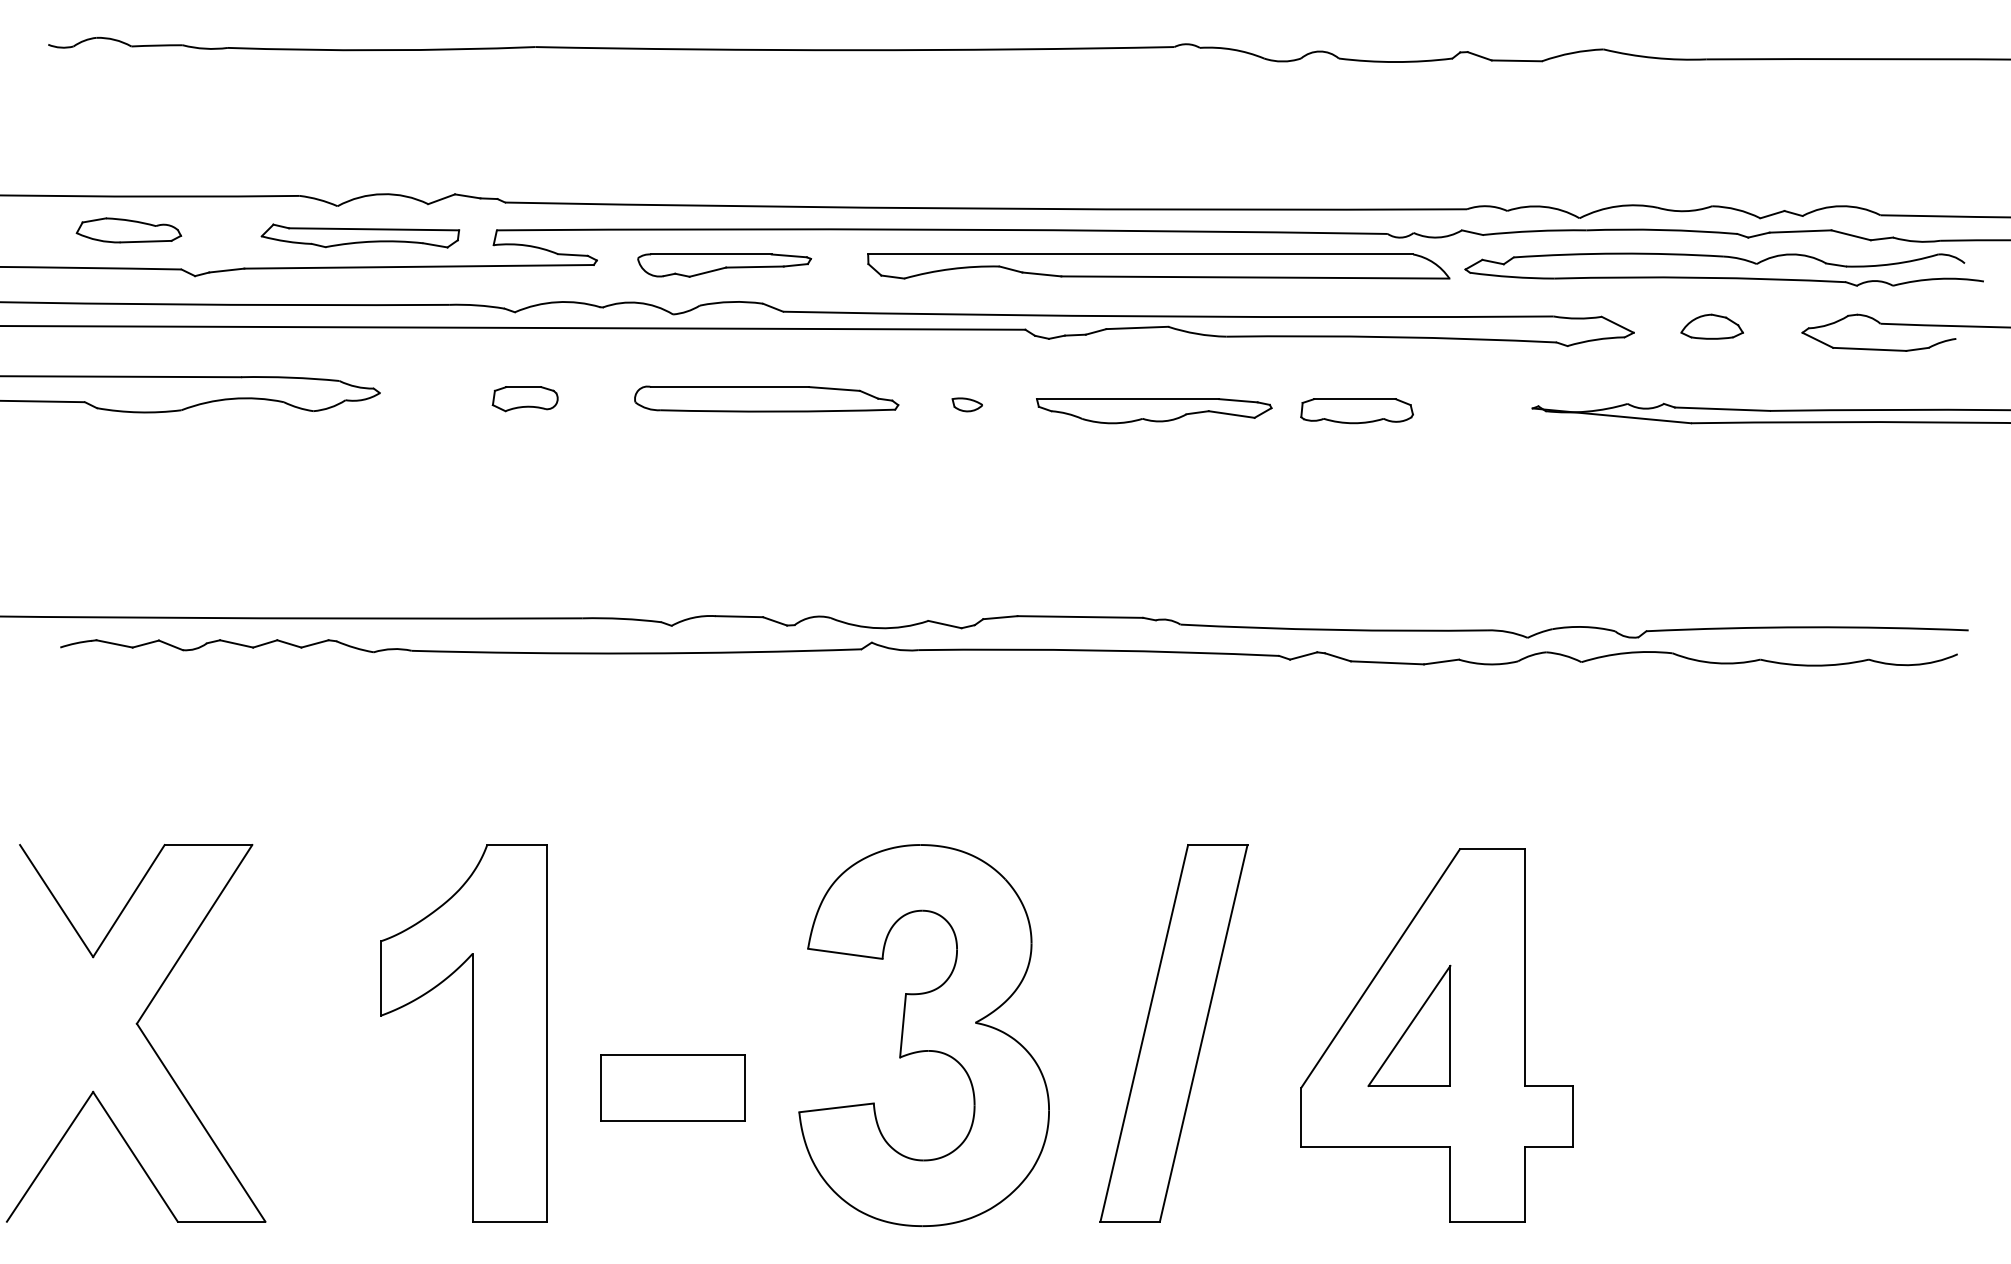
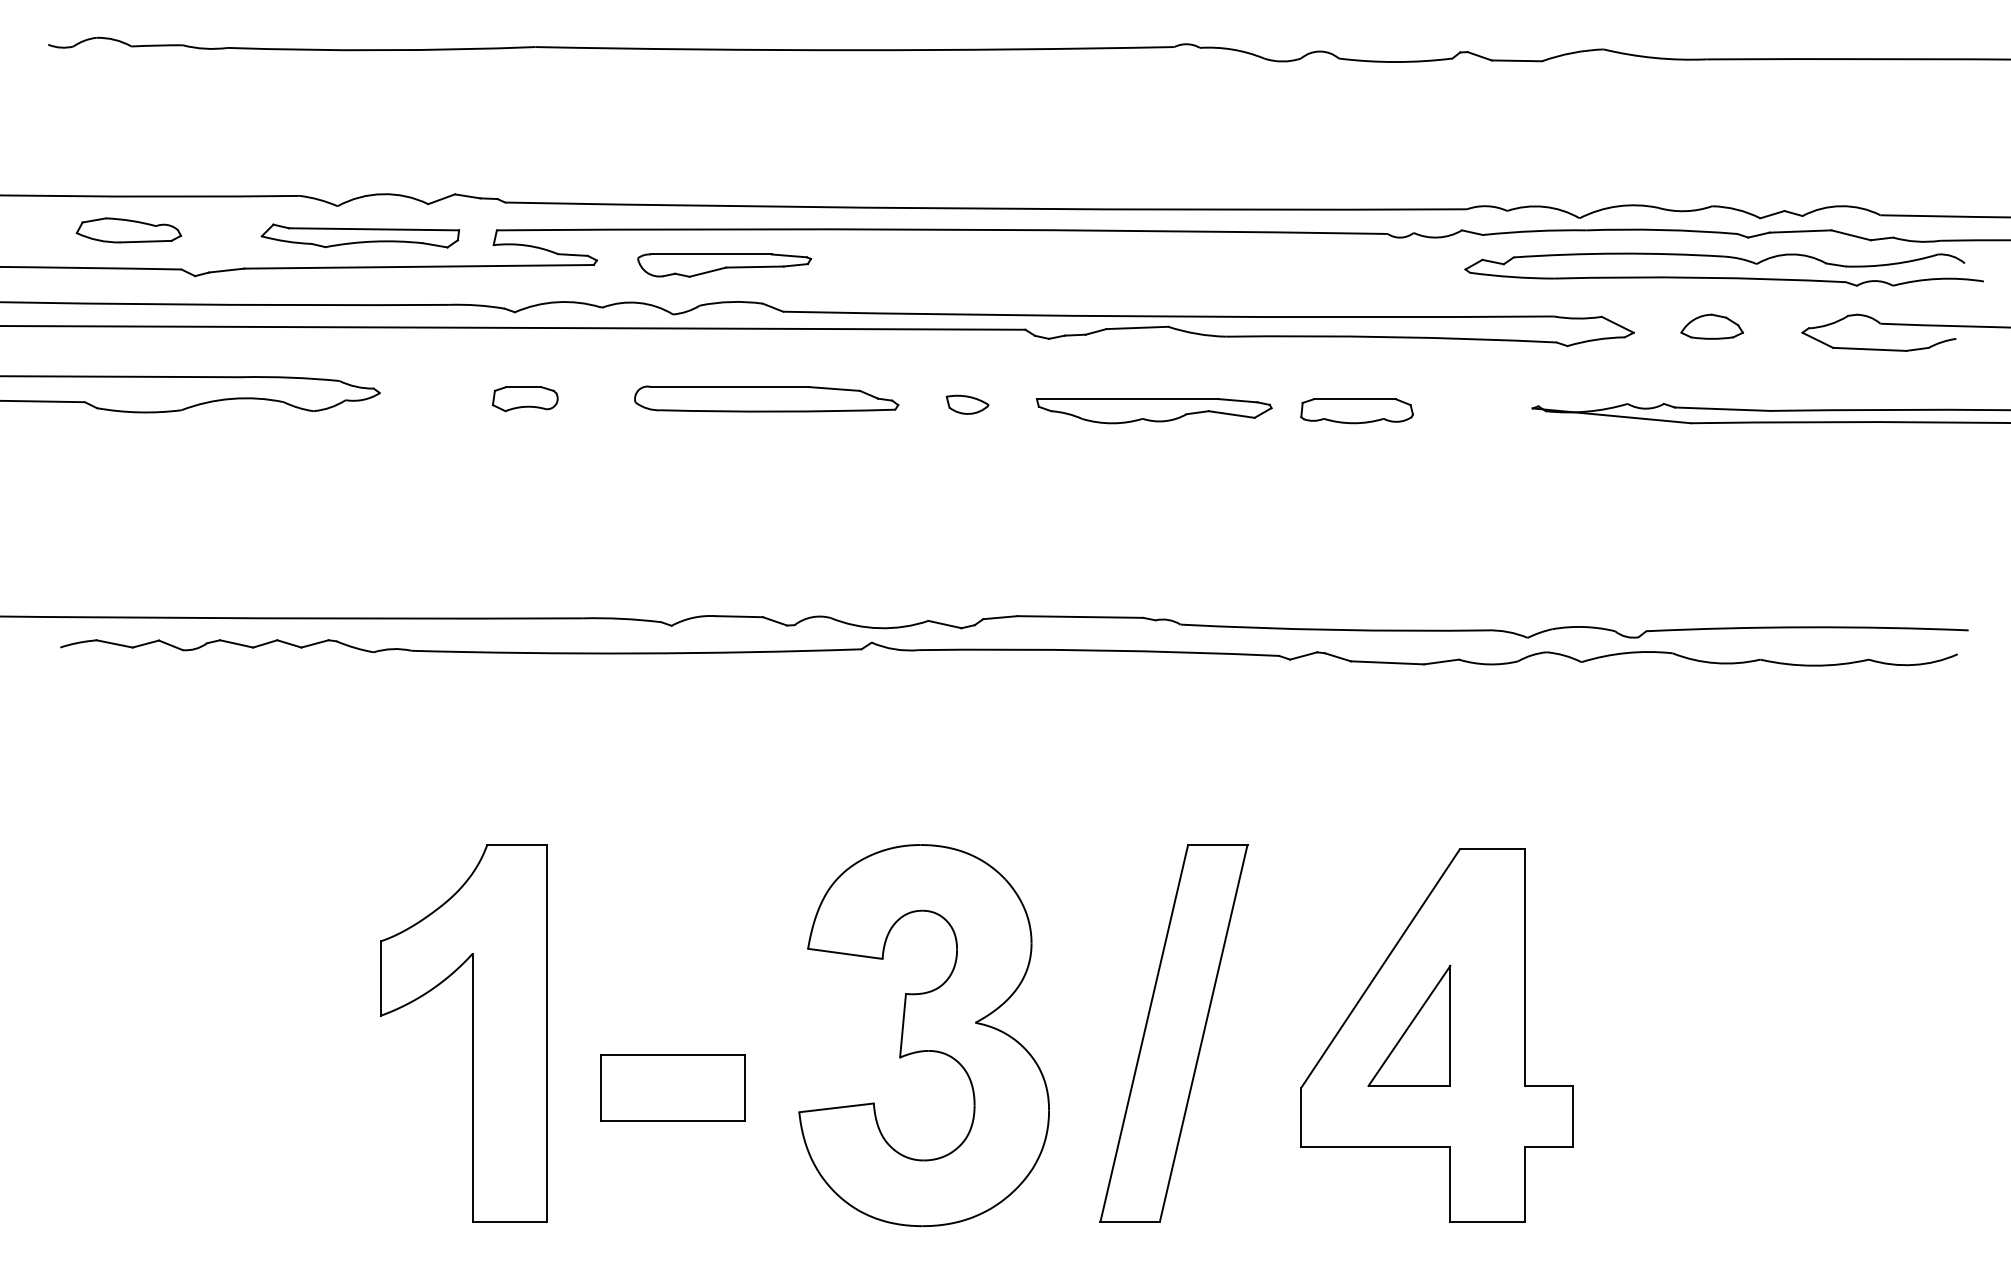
part at (1158, 266): present -> none
part at (966, 404) size: 32x16 px -> 45x21 px
part at (136, 1033): present -> none
